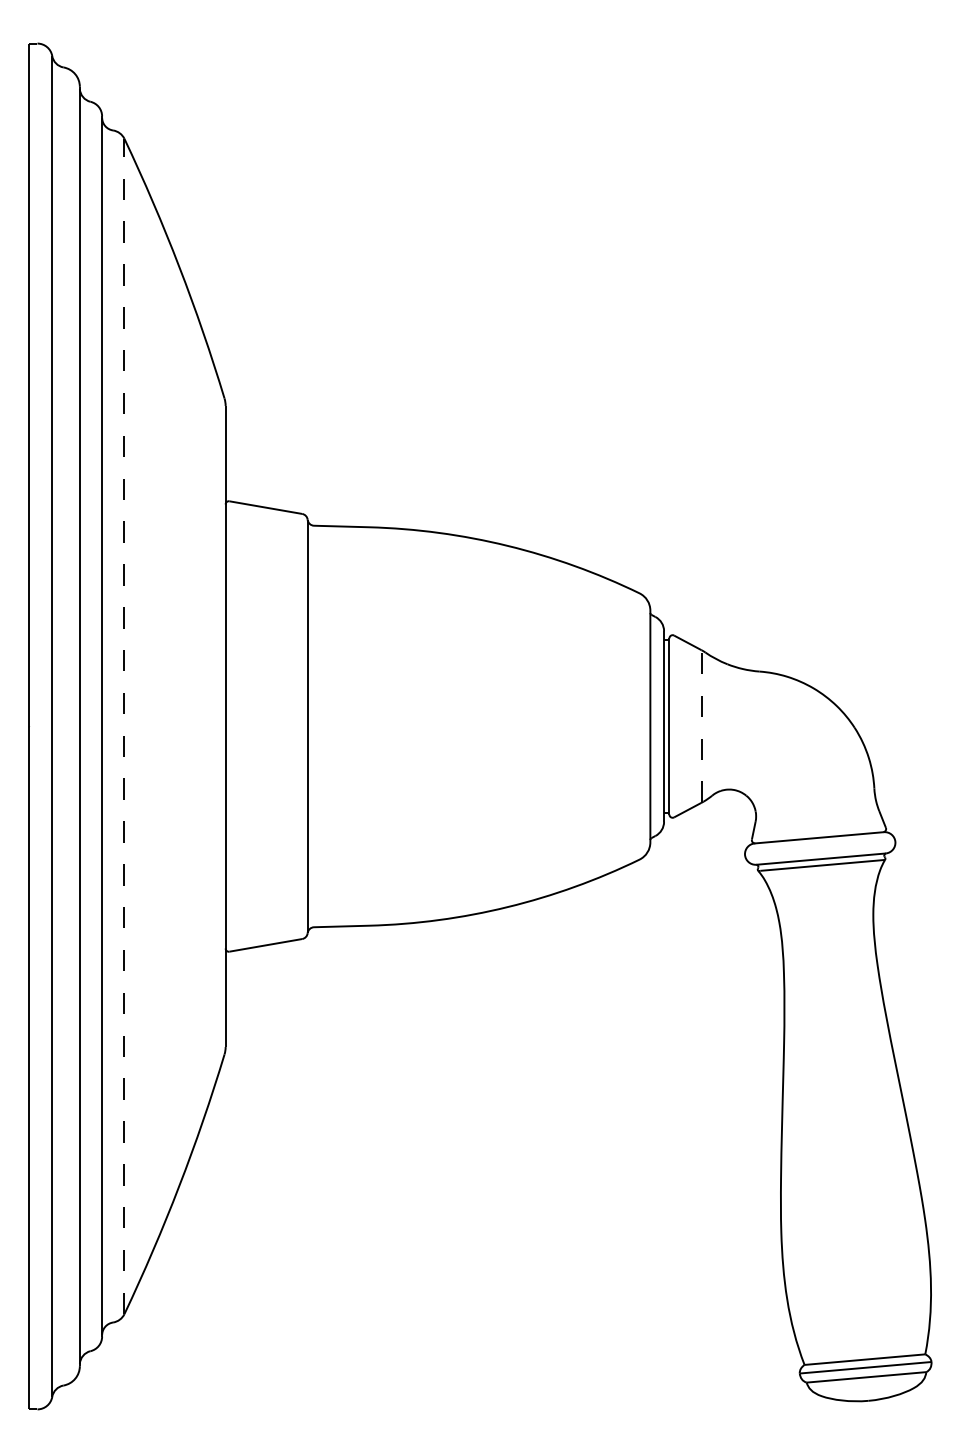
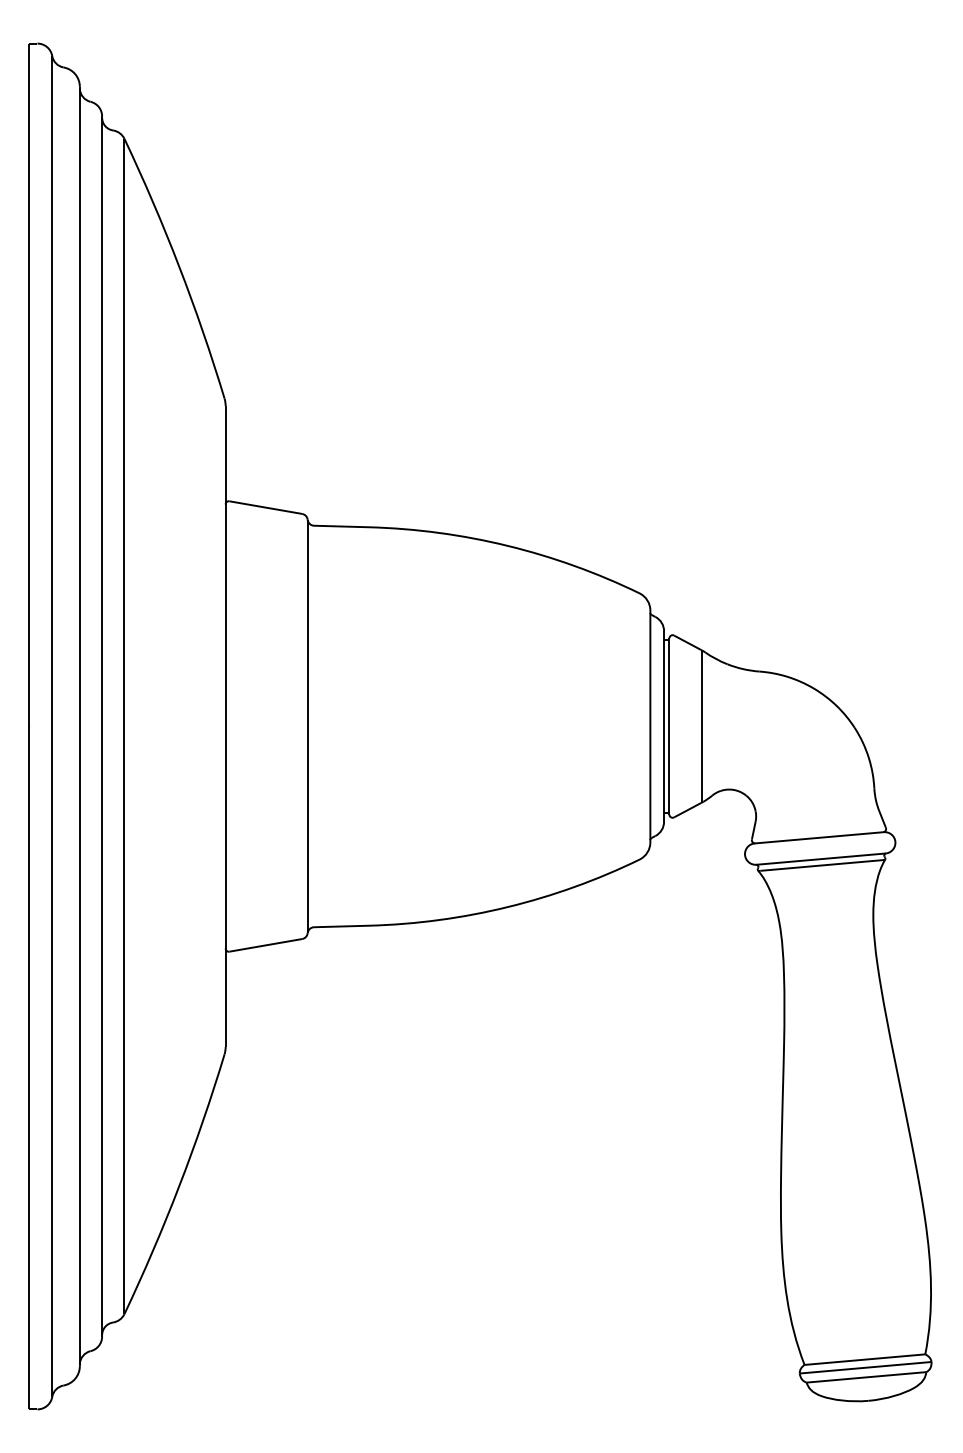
line at (124, 726): dashed -> solid
line at (701, 726): dashed -> solid
